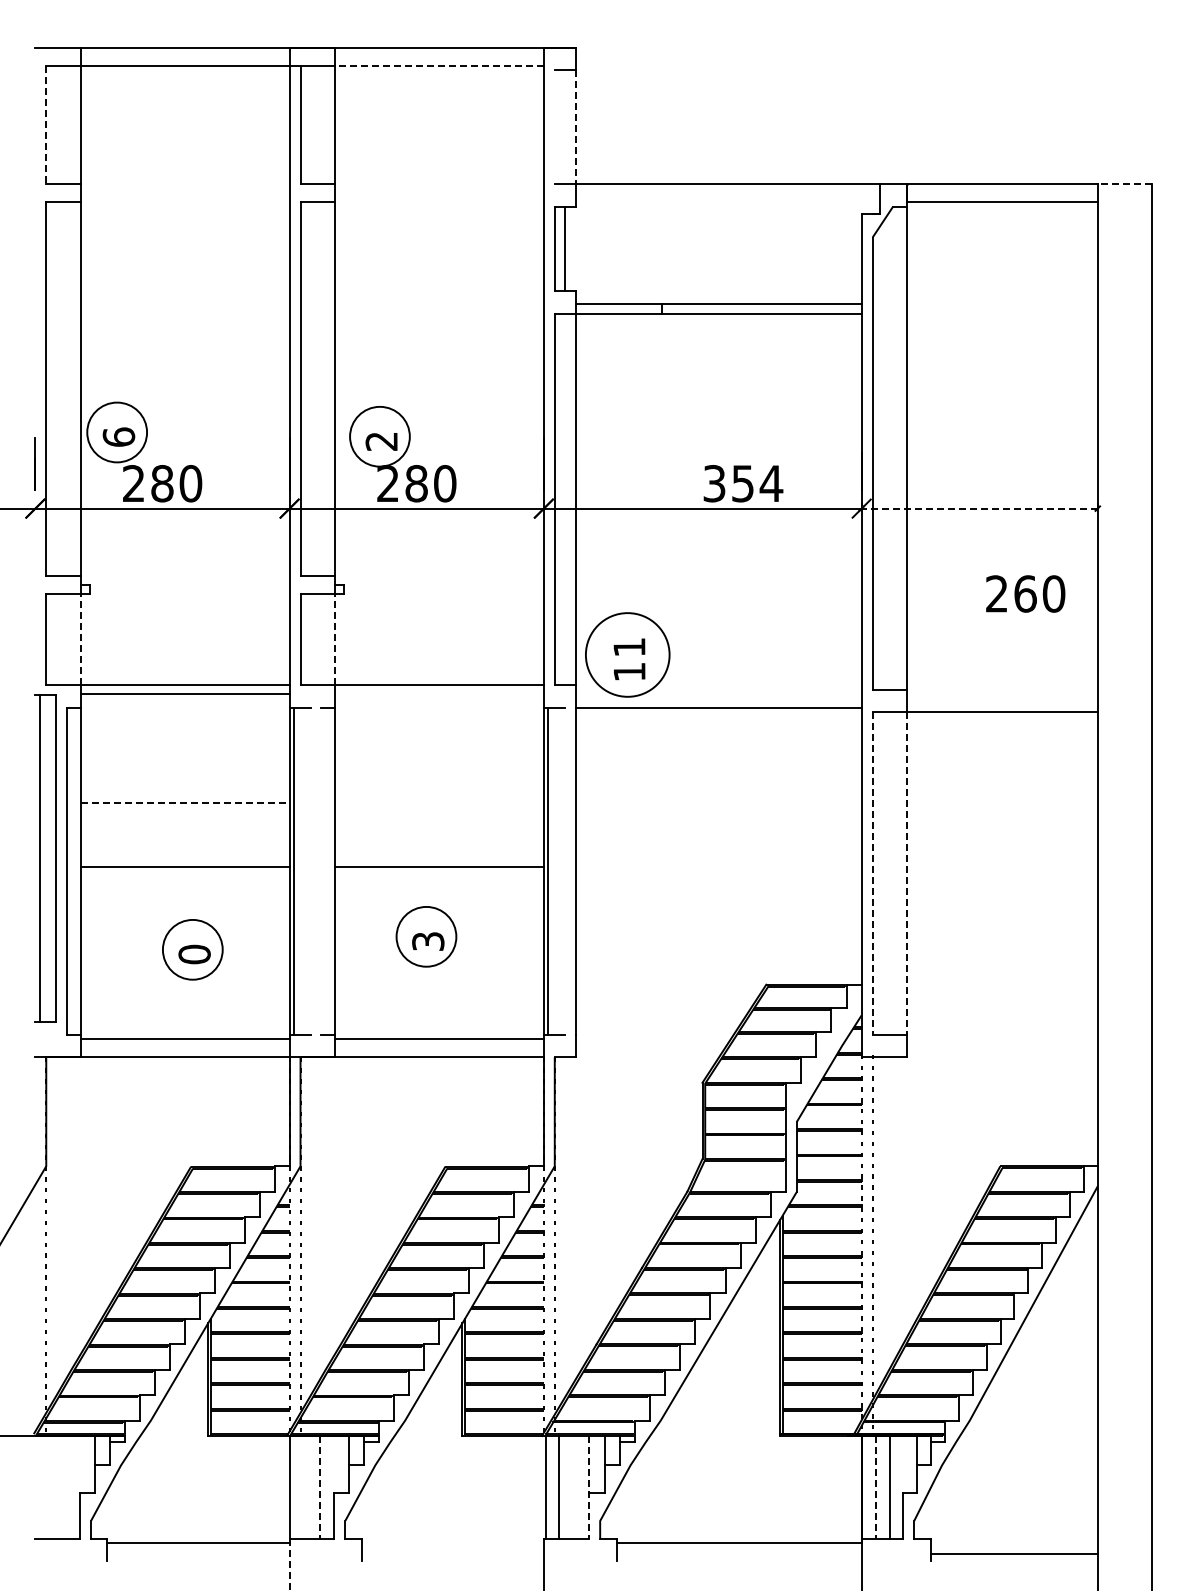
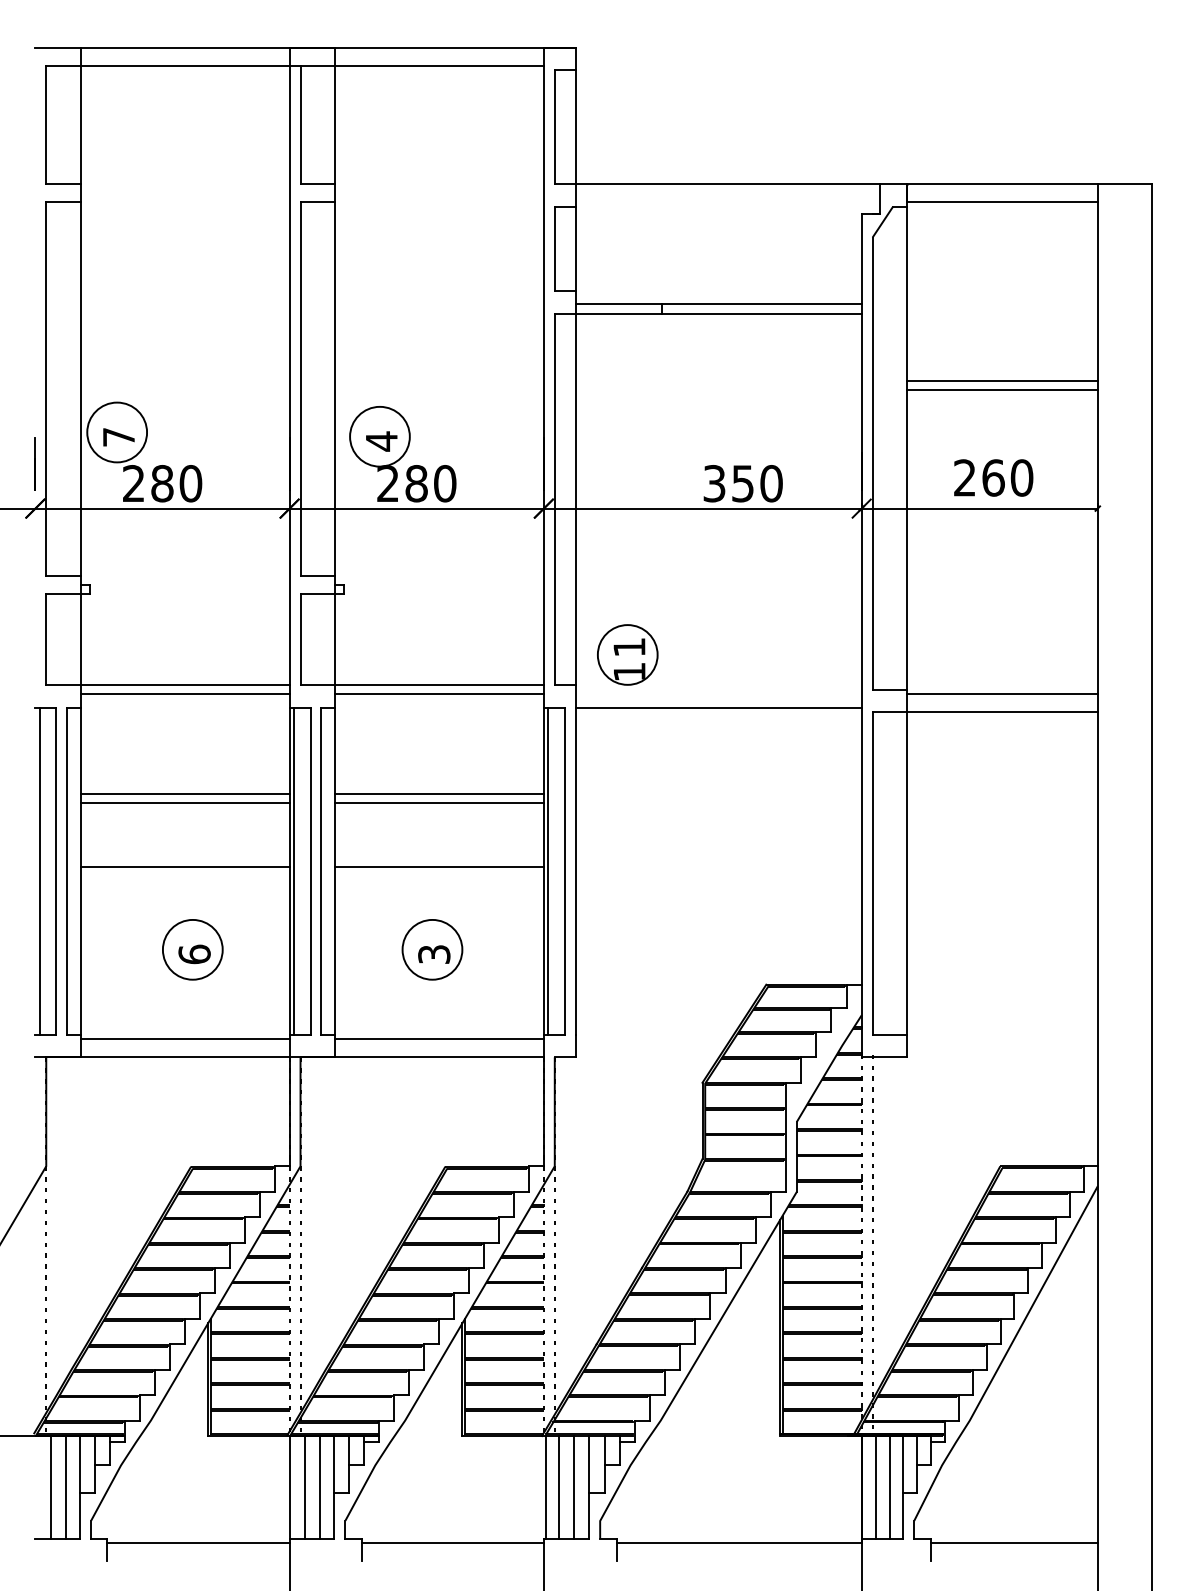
line at (438, 65): dashed -> solid
line at (46, 125): dashed -> solid
line at (554, 126): none -> present
line at (575, 127): dashed -> solid
line at (1124, 183): dashed -> solid
line at (564, 248) position: (564, 248) -> (575, 248)
line at (1002, 380): none -> present
line at (1002, 389): none -> present
text at (118, 436): 6 -> 7
text at (381, 441): 2 -> 4
text at (771, 483): 354 -> 350
line at (979, 508): dashed -> solid
text at (1025, 593) position: (1025, 593) -> (993, 477)
line at (80, 639): dashed -> solid
line at (335, 639): dashed -> solid
circle at (627, 654) diameter: 84 px -> 60 px
line at (439, 694): none -> present
line at (1002, 694): none -> present
line at (184, 794): none -> present
line at (439, 794): none -> present
line at (185, 803): dashed -> solid
line at (439, 803): none -> present
part at (45, 858) position: (45, 858) -> (45, 871)
line at (310, 870): none -> present
line at (321, 870): none -> present
line at (564, 870): none -> present
line at (872, 873): dashed -> solid
line at (907, 873): dashed -> solid
part at (426, 936) position: (426, 936) -> (432, 949)
text at (194, 954): 0 -> 6
line at (80, 1464): none -> present
line at (334, 1464): none -> present
line at (903, 1464): none -> present
line at (50, 1487): none -> present
line at (65, 1487): none -> present
line at (305, 1487): none -> present
line at (320, 1487): dashed -> solid
line at (574, 1487): none -> present
line at (589, 1487): dashed -> solid
line at (875, 1487): dashed -> solid
line at (452, 1543): none -> present
line at (1013, 1554) position: (1013, 1554) -> (1013, 1543)
line at (289, 1564): dashed -> solid
